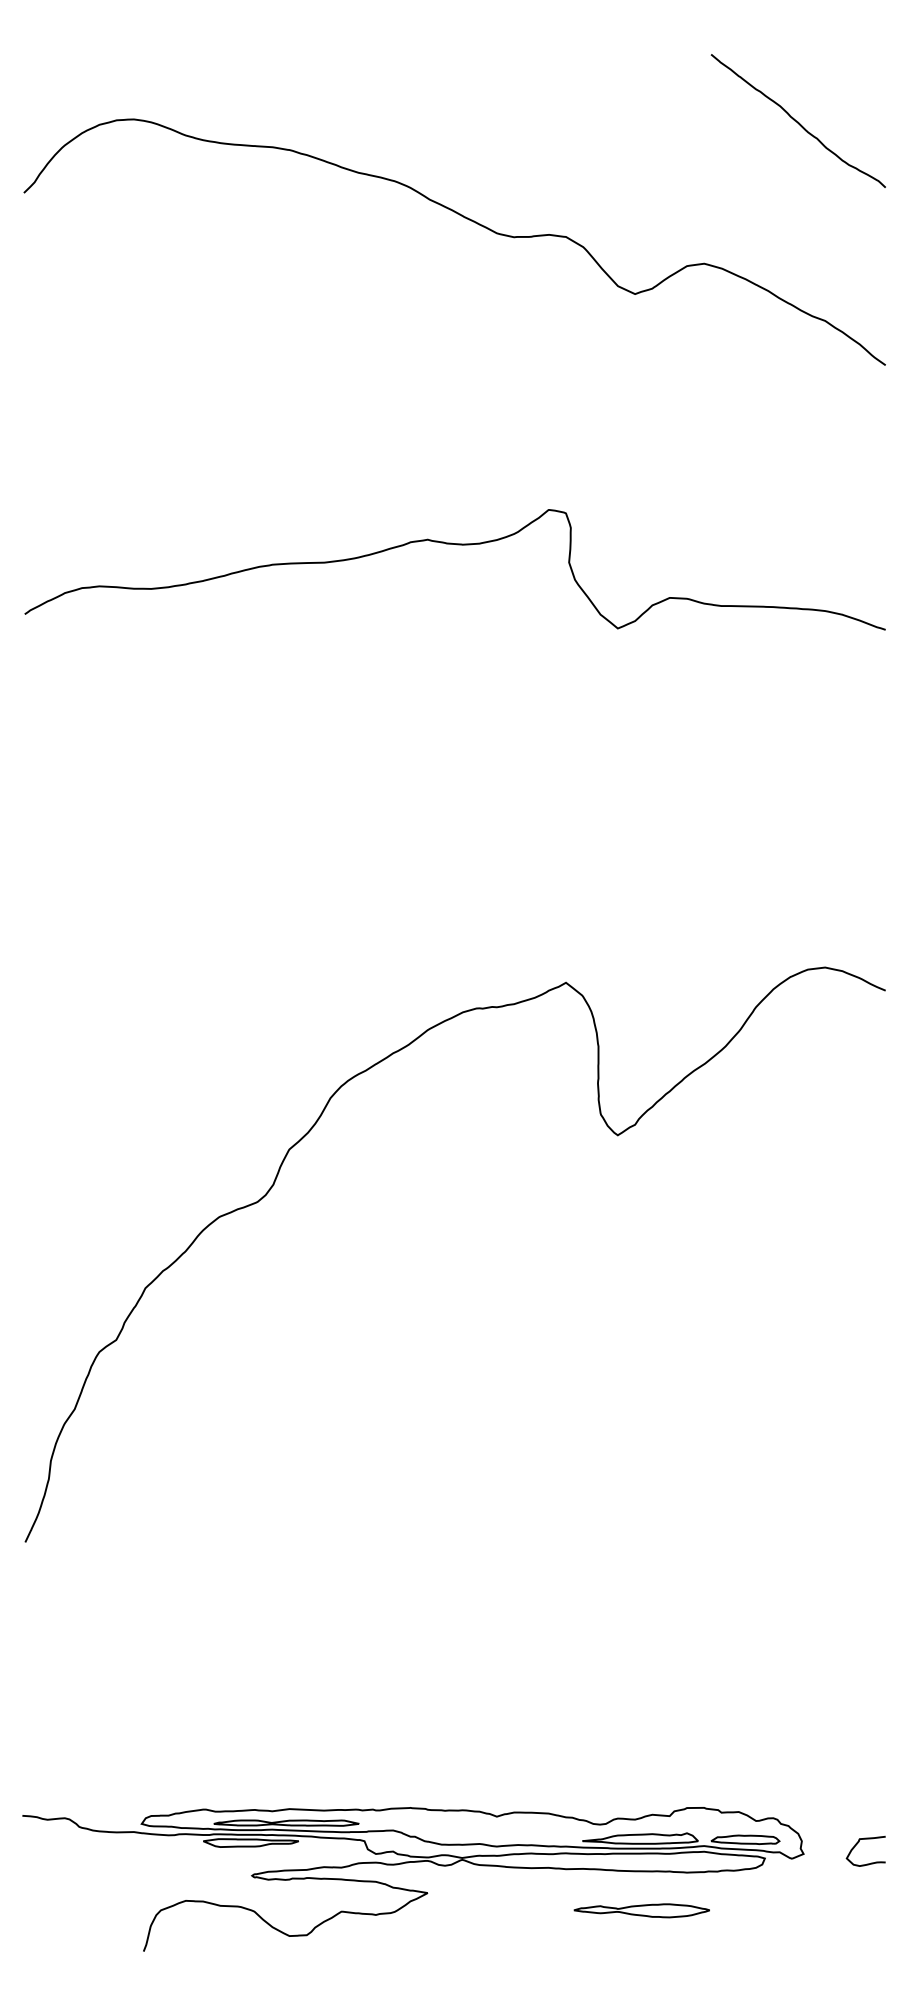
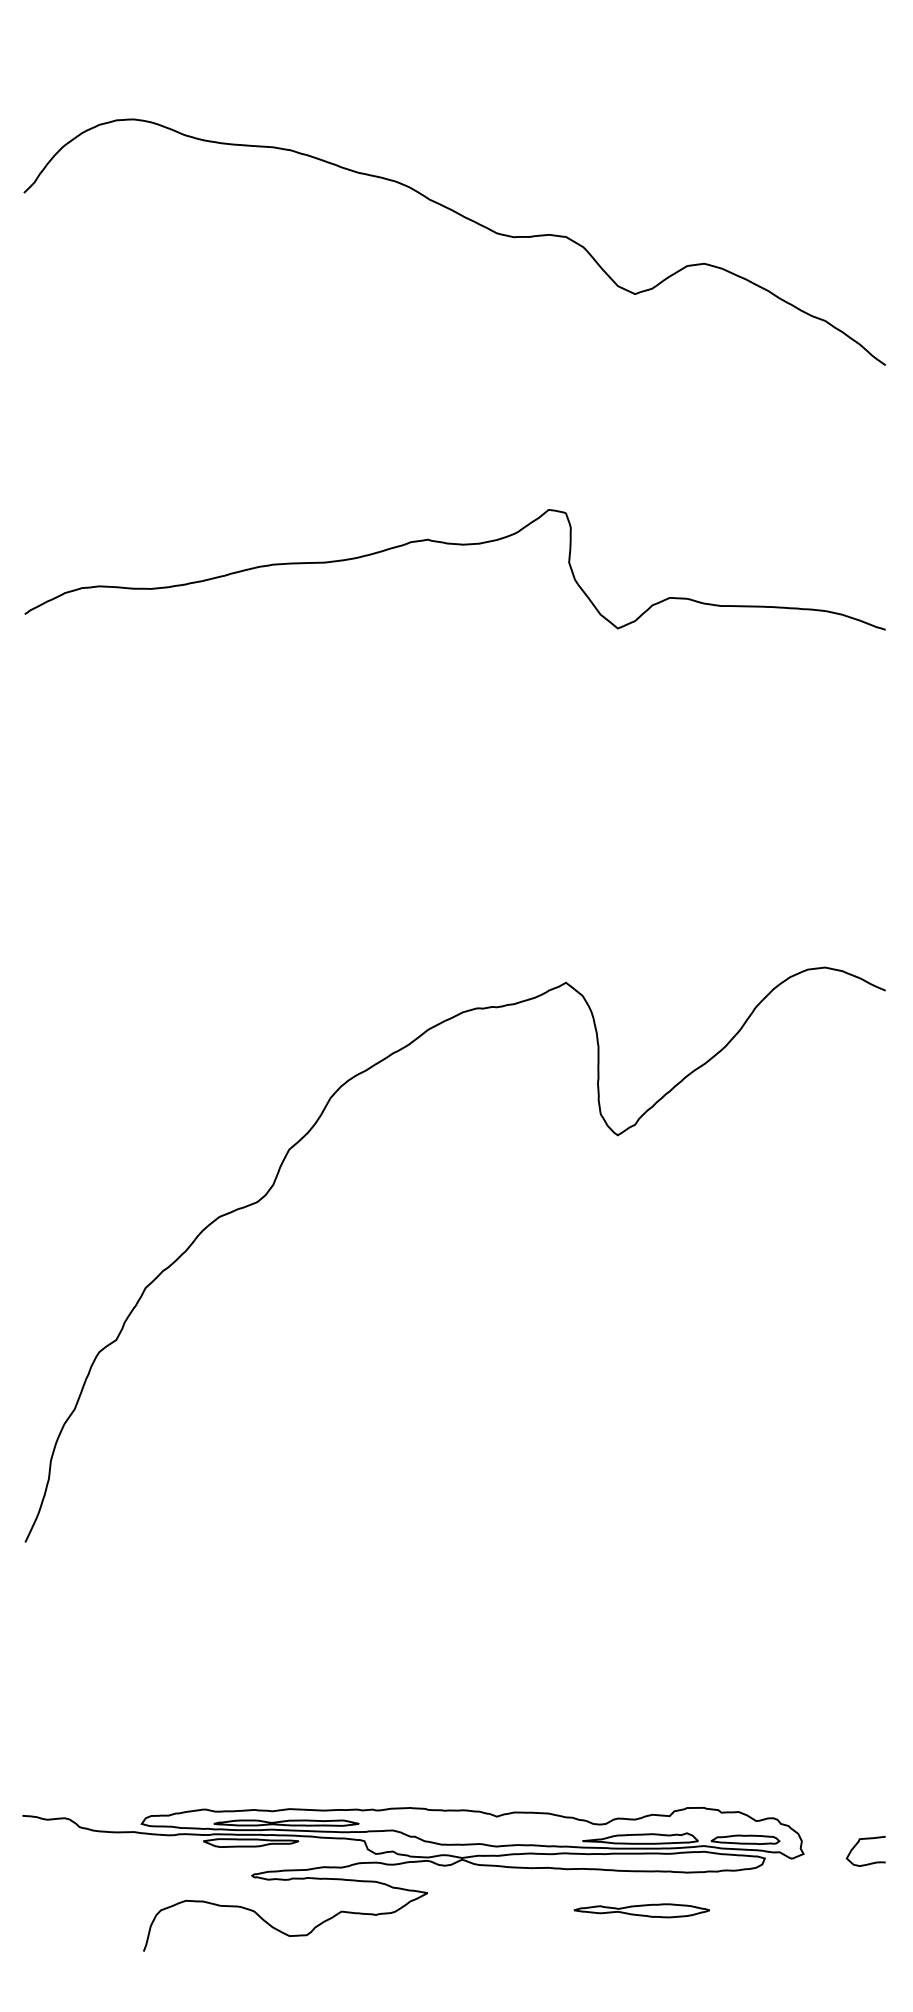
curve at (796, 120): present -> none
